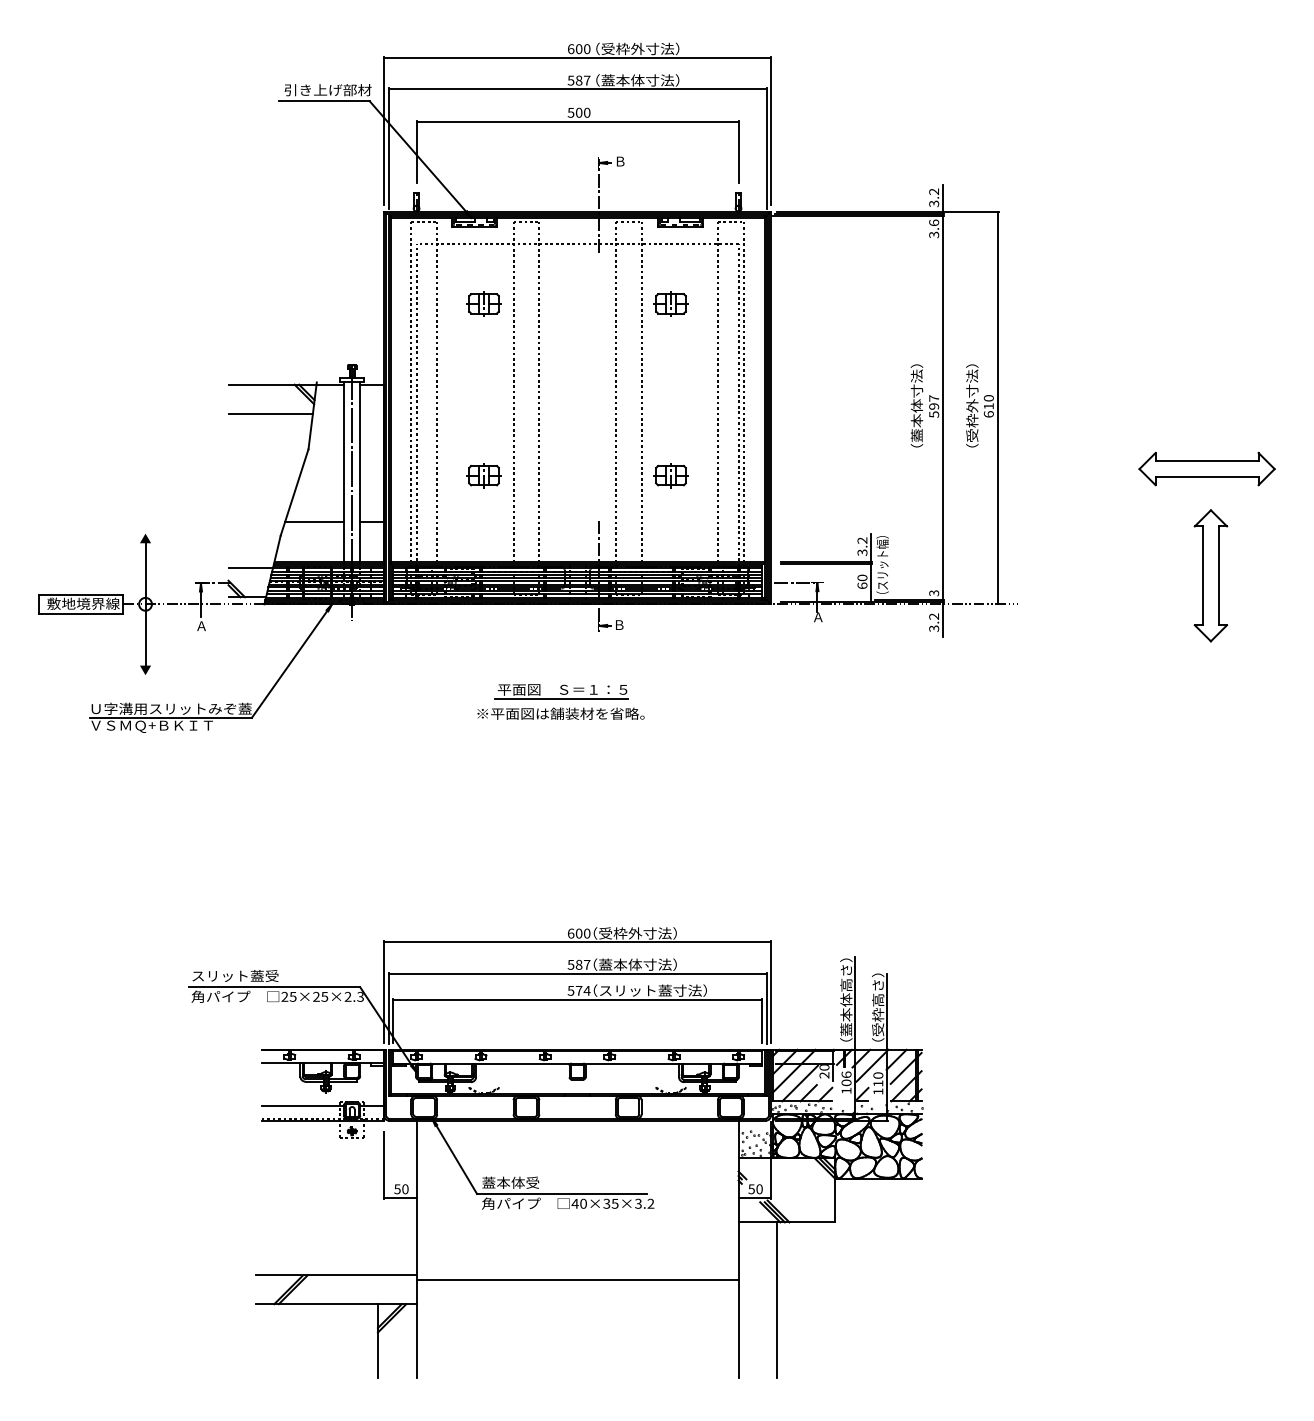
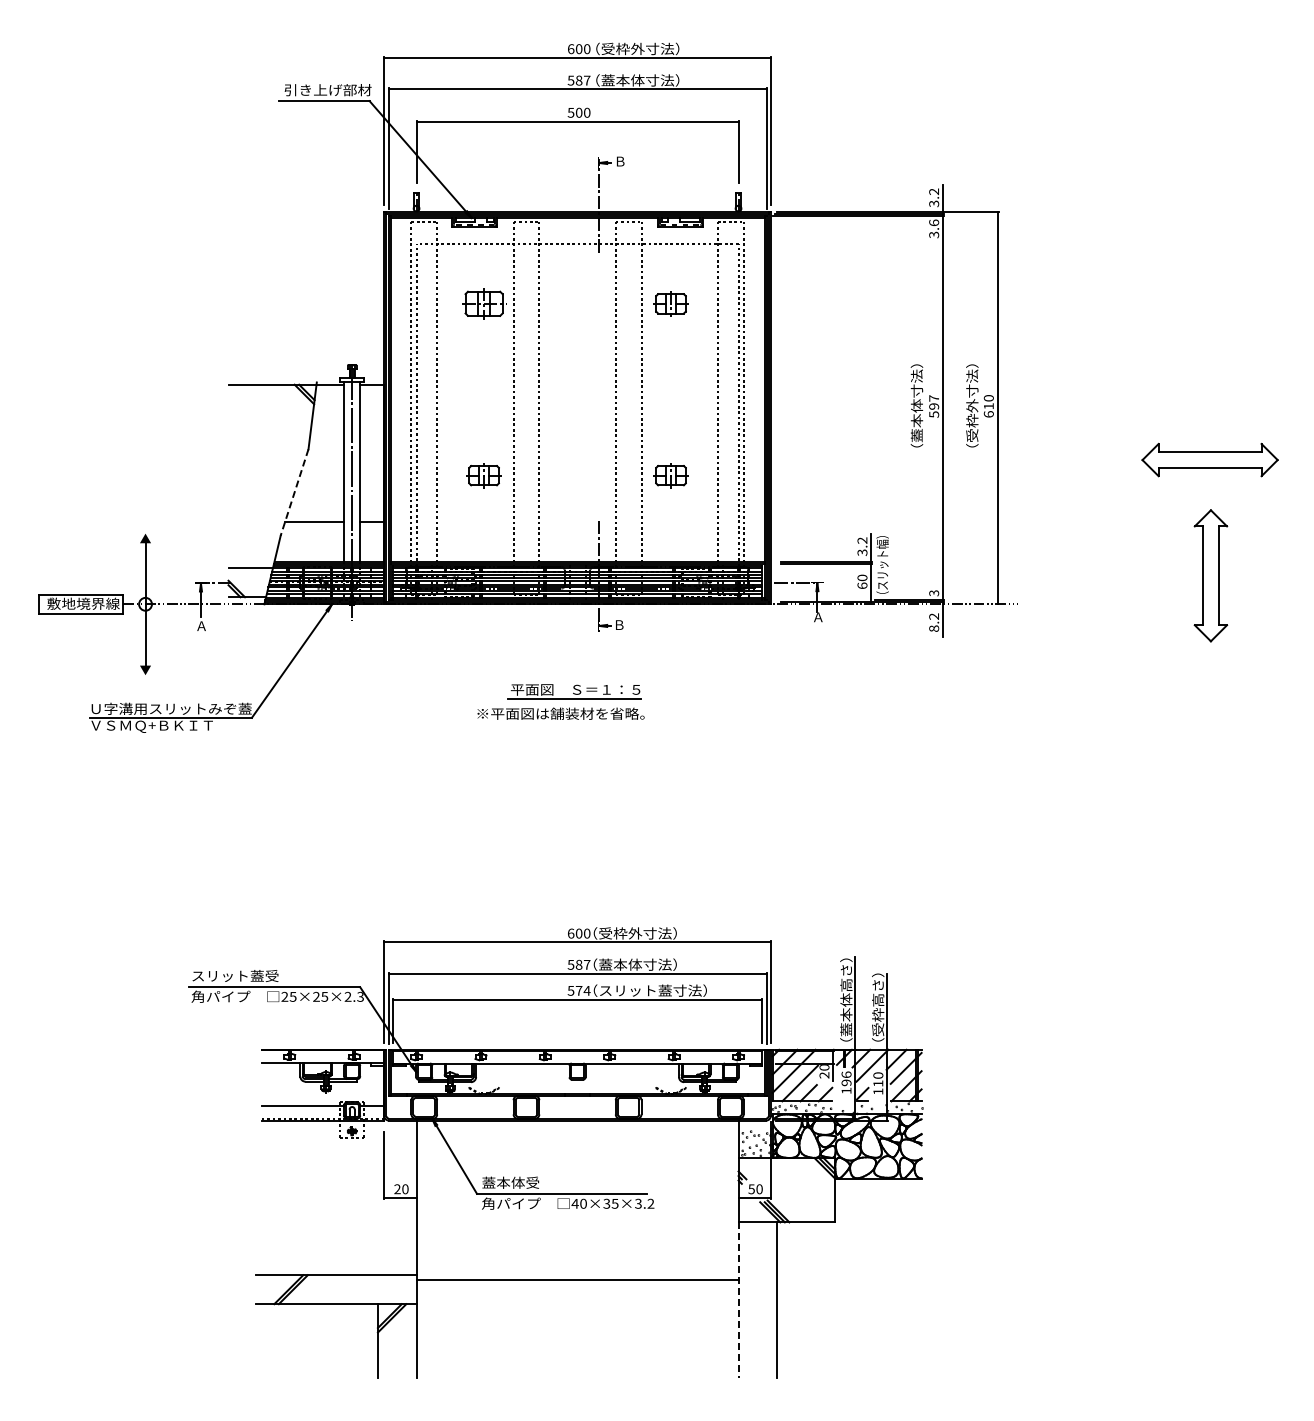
part at (483, 303) size: 36x26 px -> 45x32 px
line at (270, 413): present -> none
part at (1206, 468) position: (1206, 468) -> (1209, 459)
line at (294, 492): solid -> dashed
text at (933, 628): 3.2 -> 8.2
part at (561, 691) position: (561, 691) -> (574, 691)
text at (846, 1082): 106 -> 196
text at (397, 1189): 50 -> 20
line at (738, 1300): solid -> dashed
